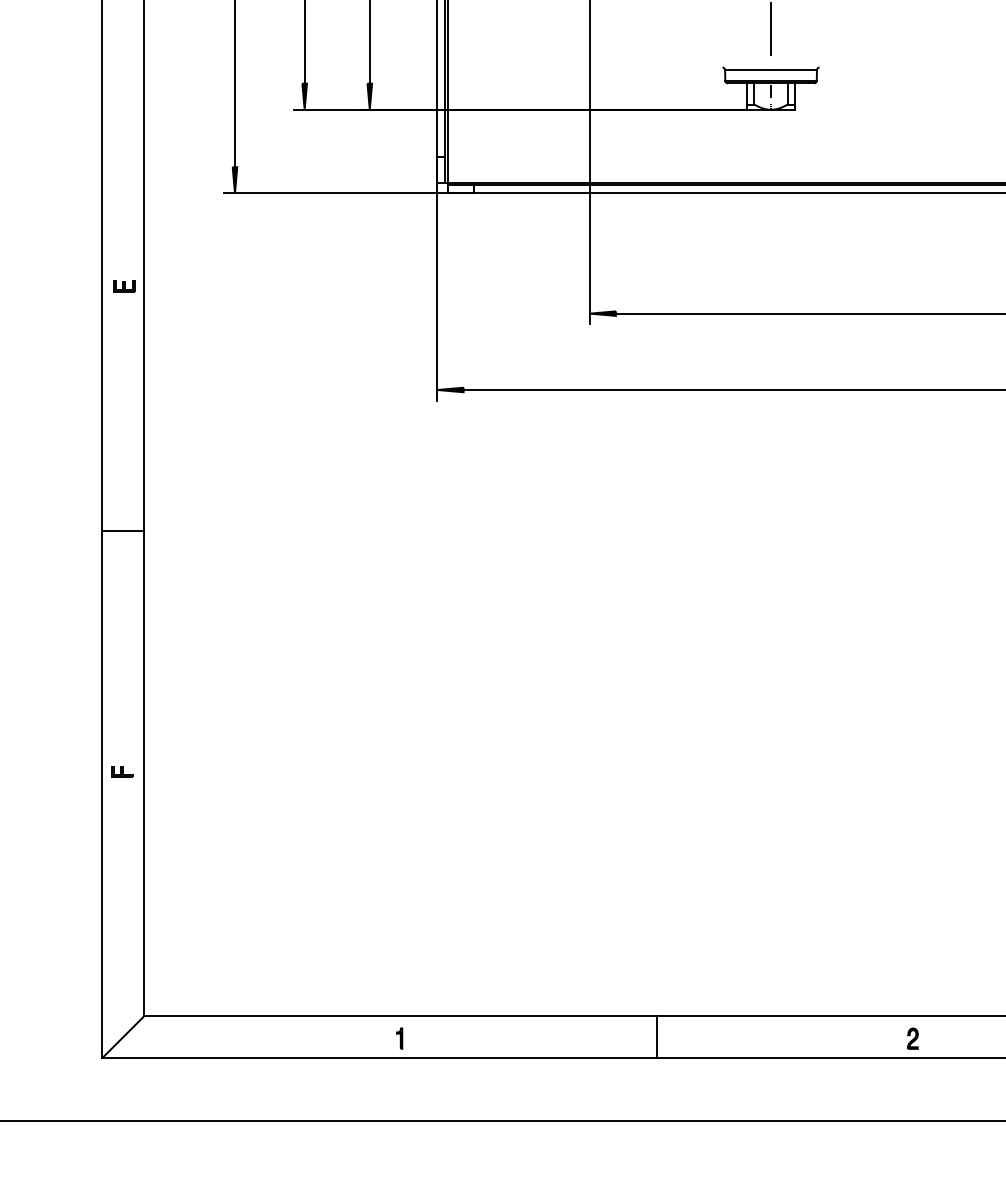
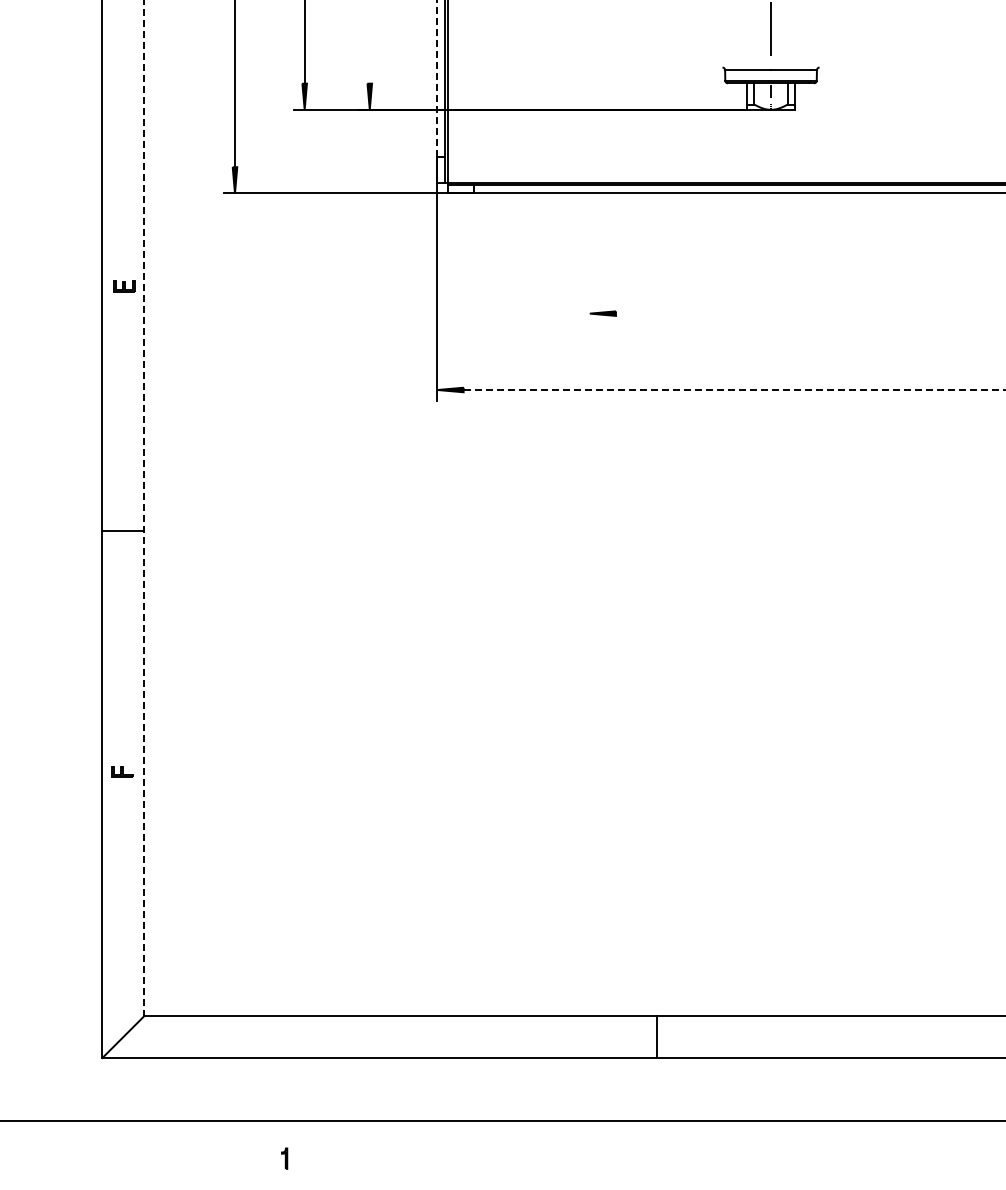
line at (369, 42): present -> none
line at (437, 78): solid -> dashed
line at (589, 163): present -> none
line at (808, 313): present -> none
line at (734, 390): solid -> dashed
line at (144, 508): solid -> dashed
part at (399, 1038) position: (399, 1038) -> (284, 1158)
part at (912, 1038): present -> none
